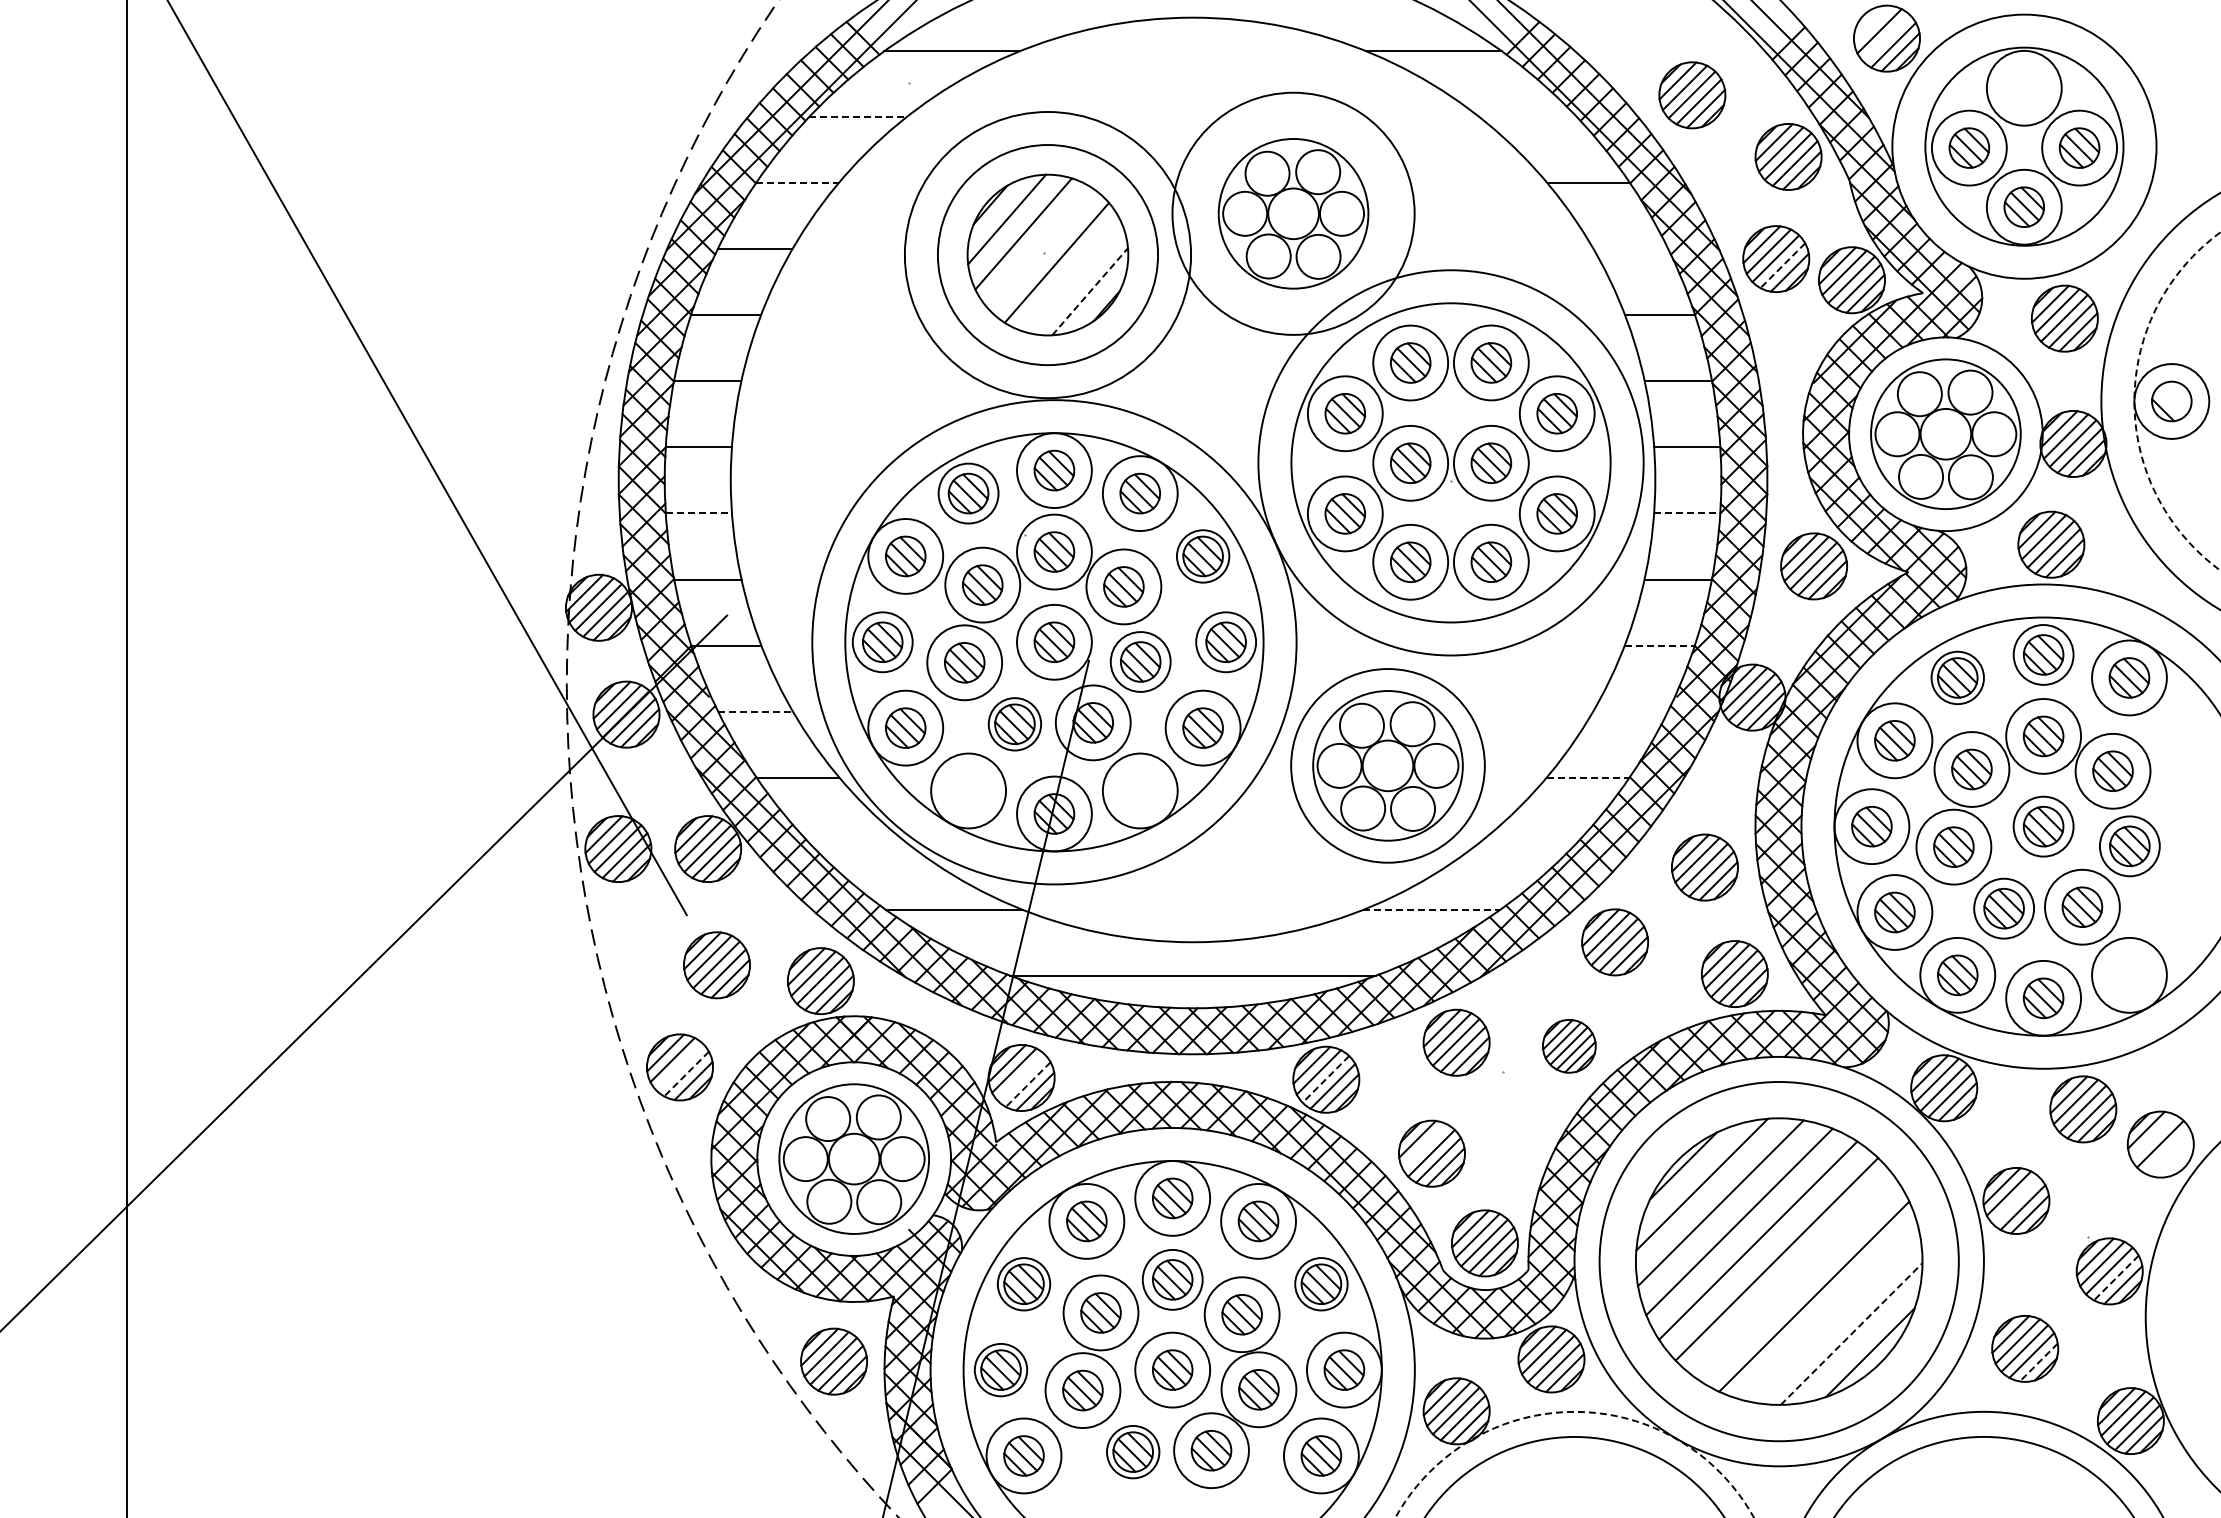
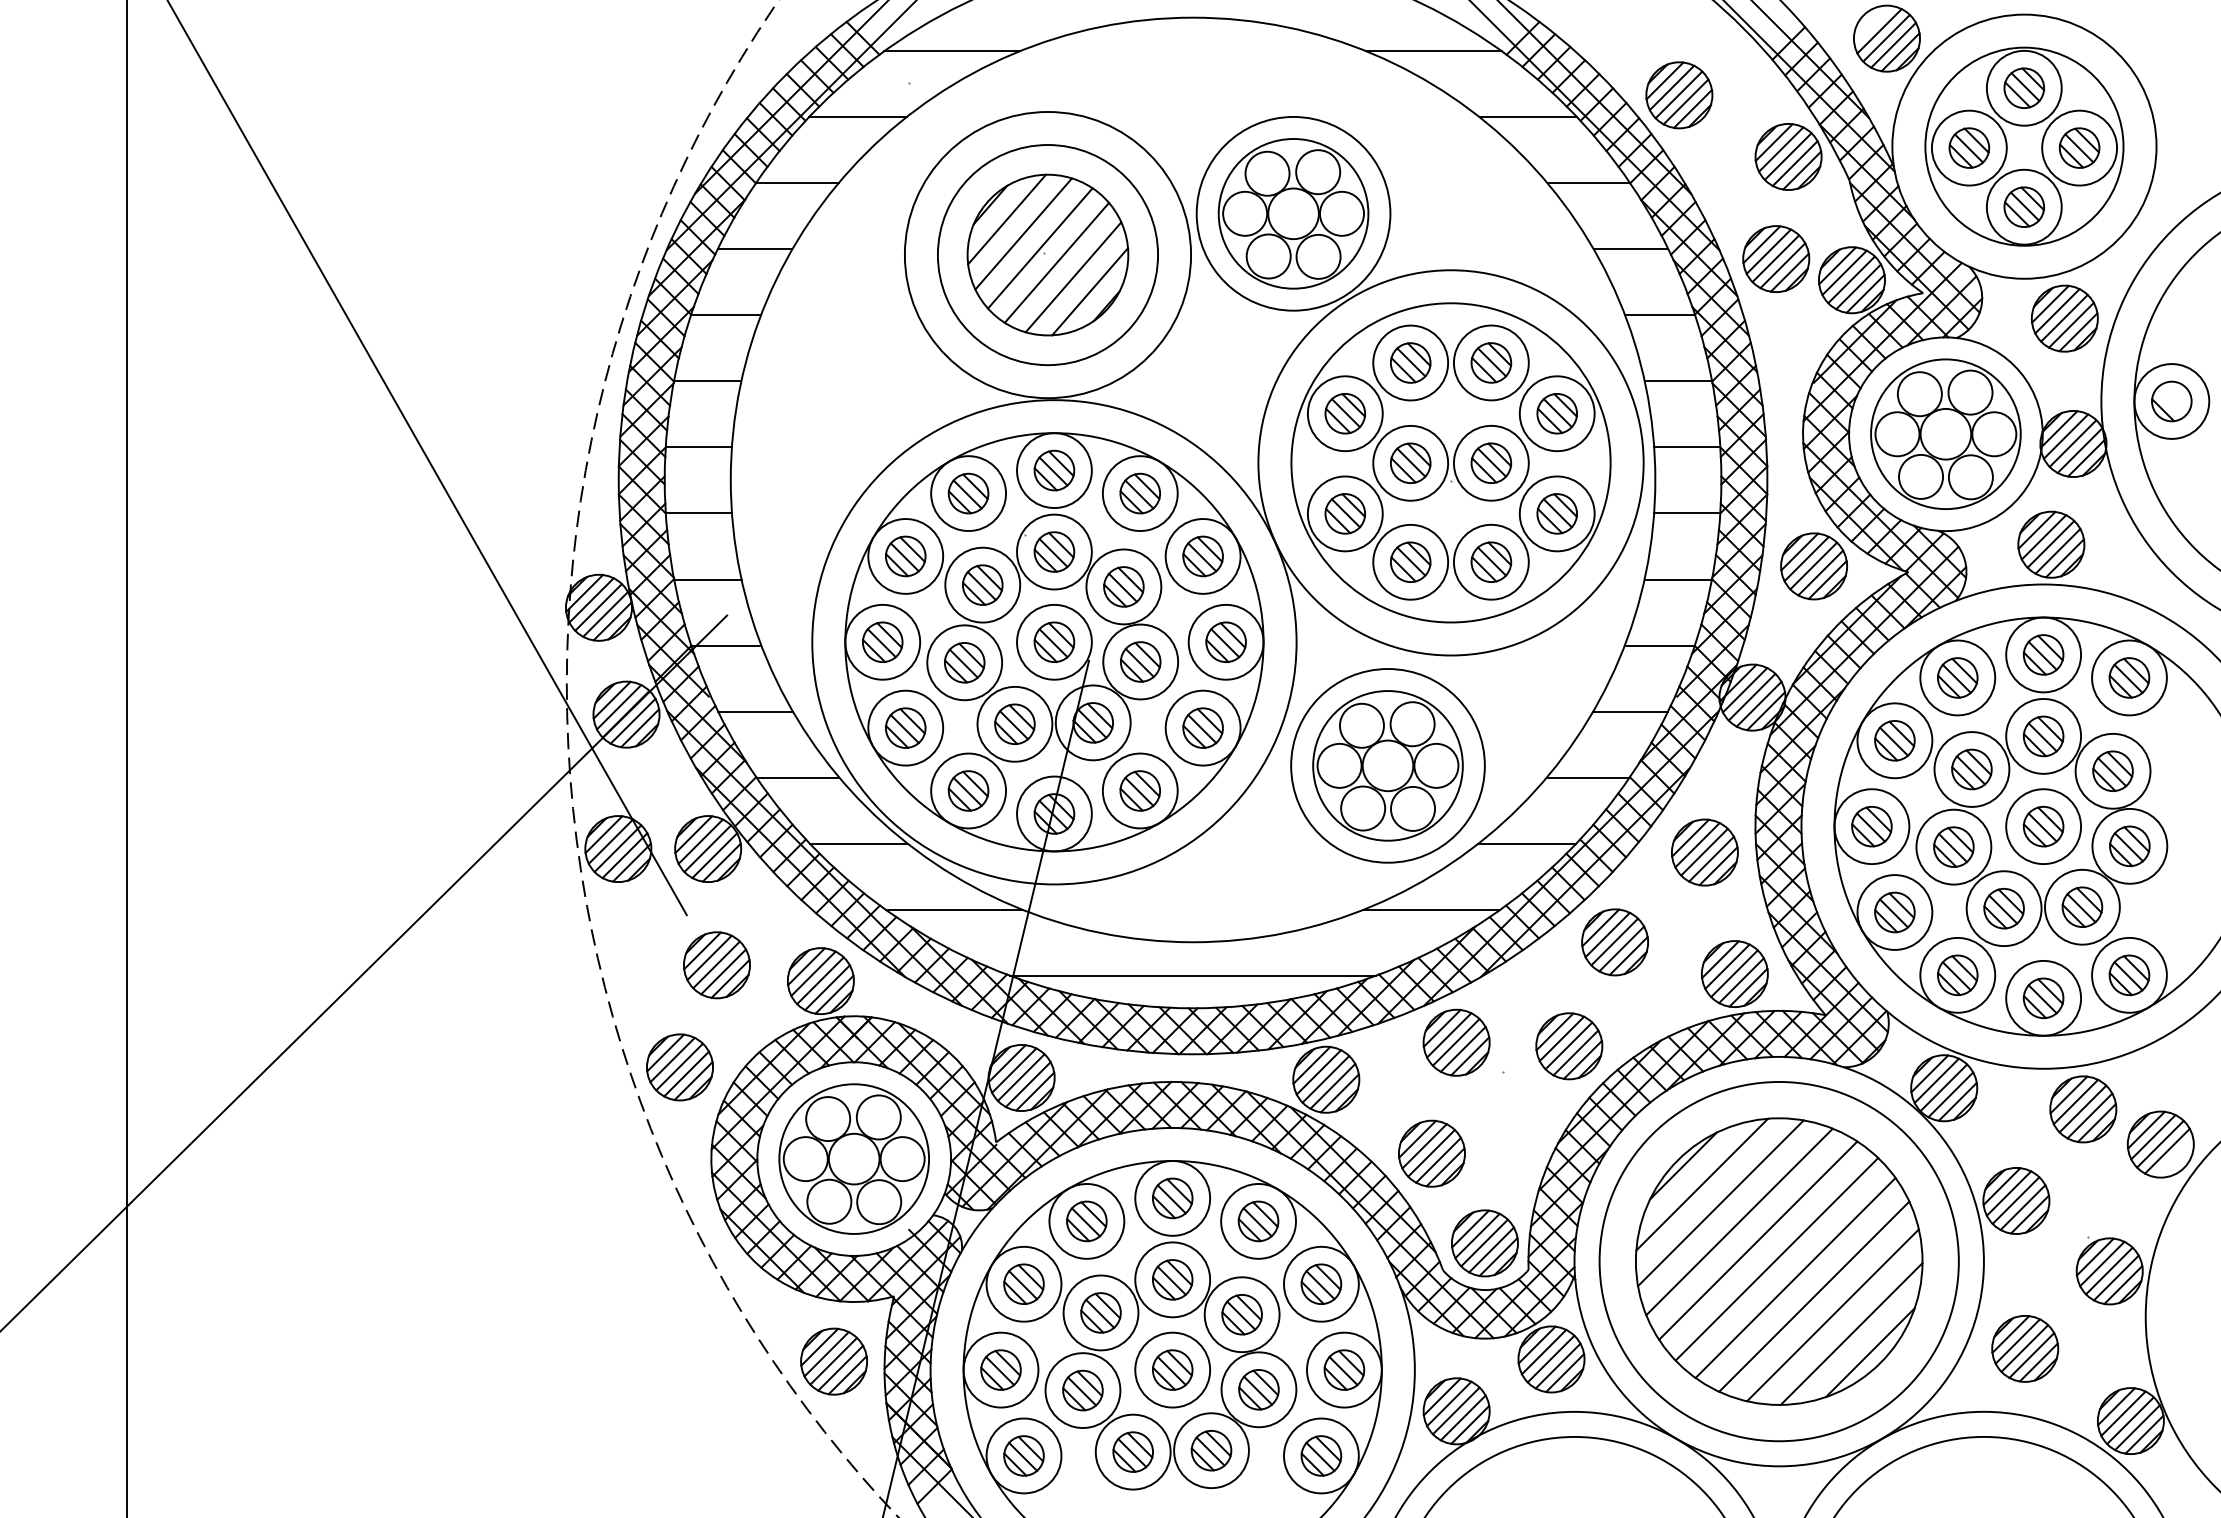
line at (1886, 37): none -> present
part at (2024, 87): none -> present
part at (1692, 95) position: (1692, 95) -> (1679, 95)
line at (857, 117): dashed -> solid
line at (1528, 117): none -> present
line at (797, 183): dashed -> solid
circle at (1293, 213) diameter: 242 px -> 194 px
line at (1040, 248): none -> present
line at (1630, 249): none -> present
line at (1782, 265): dashed -> solid
line at (1073, 277): none -> present
line at (1090, 291): dashed -> solid
circle at (2177, 401): dashed -> solid
circle at (968, 493) diameter: 60 px -> 75 px
line at (699, 513): dashed -> solid
line at (1687, 513): dashed -> solid
circle at (1202, 556) diameter: 52 px -> 75 px
circle at (882, 642) diameter: 60 px -> 75 px
circle at (1226, 642) diameter: 60 px -> 75 px
line at (1660, 645): dashed -> solid
circle at (2043, 654) diameter: 60 px -> 75 px
circle at (1140, 661) diameter: 60 px -> 75 px
circle at (1957, 677) diameter: 52 px -> 75 px
line at (756, 711): dashed -> solid
line at (1630, 711): none -> present
circle at (1014, 724) diameter: 52 px -> 75 px
line at (1588, 777): dashed -> solid
part at (968, 790): none -> present
part at (1139, 790): none -> present
circle at (2043, 826) diameter: 60 px -> 75 px
line at (858, 843): none -> present
line at (1527, 843): none -> present
circle at (2129, 846) diameter: 60 px -> 75 px
part at (1704, 867) position: (1704, 867) -> (1704, 852)
circle at (2004, 908) diameter: 60 px -> 75 px
line at (1432, 909): dashed -> solid
part at (2129, 975): none -> present
part at (1569, 1046) size: 55x55 px -> 69x69 px
line at (679, 1066): none -> present
line at (686, 1074): dashed -> solid
line at (1020, 1077): none -> present
line at (1325, 1079): dashed -> solid
line at (1028, 1084): dashed -> solid
line at (2153, 1137): none -> present
line at (1424, 1146): none -> present
line at (2167, 1150): none -> present
line at (2015, 1200): none -> present
line at (1795, 1277): none -> present
line at (2116, 1278): dashed -> solid
circle at (1172, 1279) diameter: 60 px -> 75 px
circle at (1023, 1284) diameter: 52 px -> 75 px
circle at (1321, 1284) diameter: 52 px -> 75 px
line at (1832, 1315): none -> present
line at (1852, 1333): dashed -> solid
line at (2038, 1362): dashed -> solid
circle at (1000, 1369) diameter: 52 px -> 75 px
circle at (1133, 1451) diameter: 52 px -> 75 px
circle at (1574, 1464): dashed -> solid
